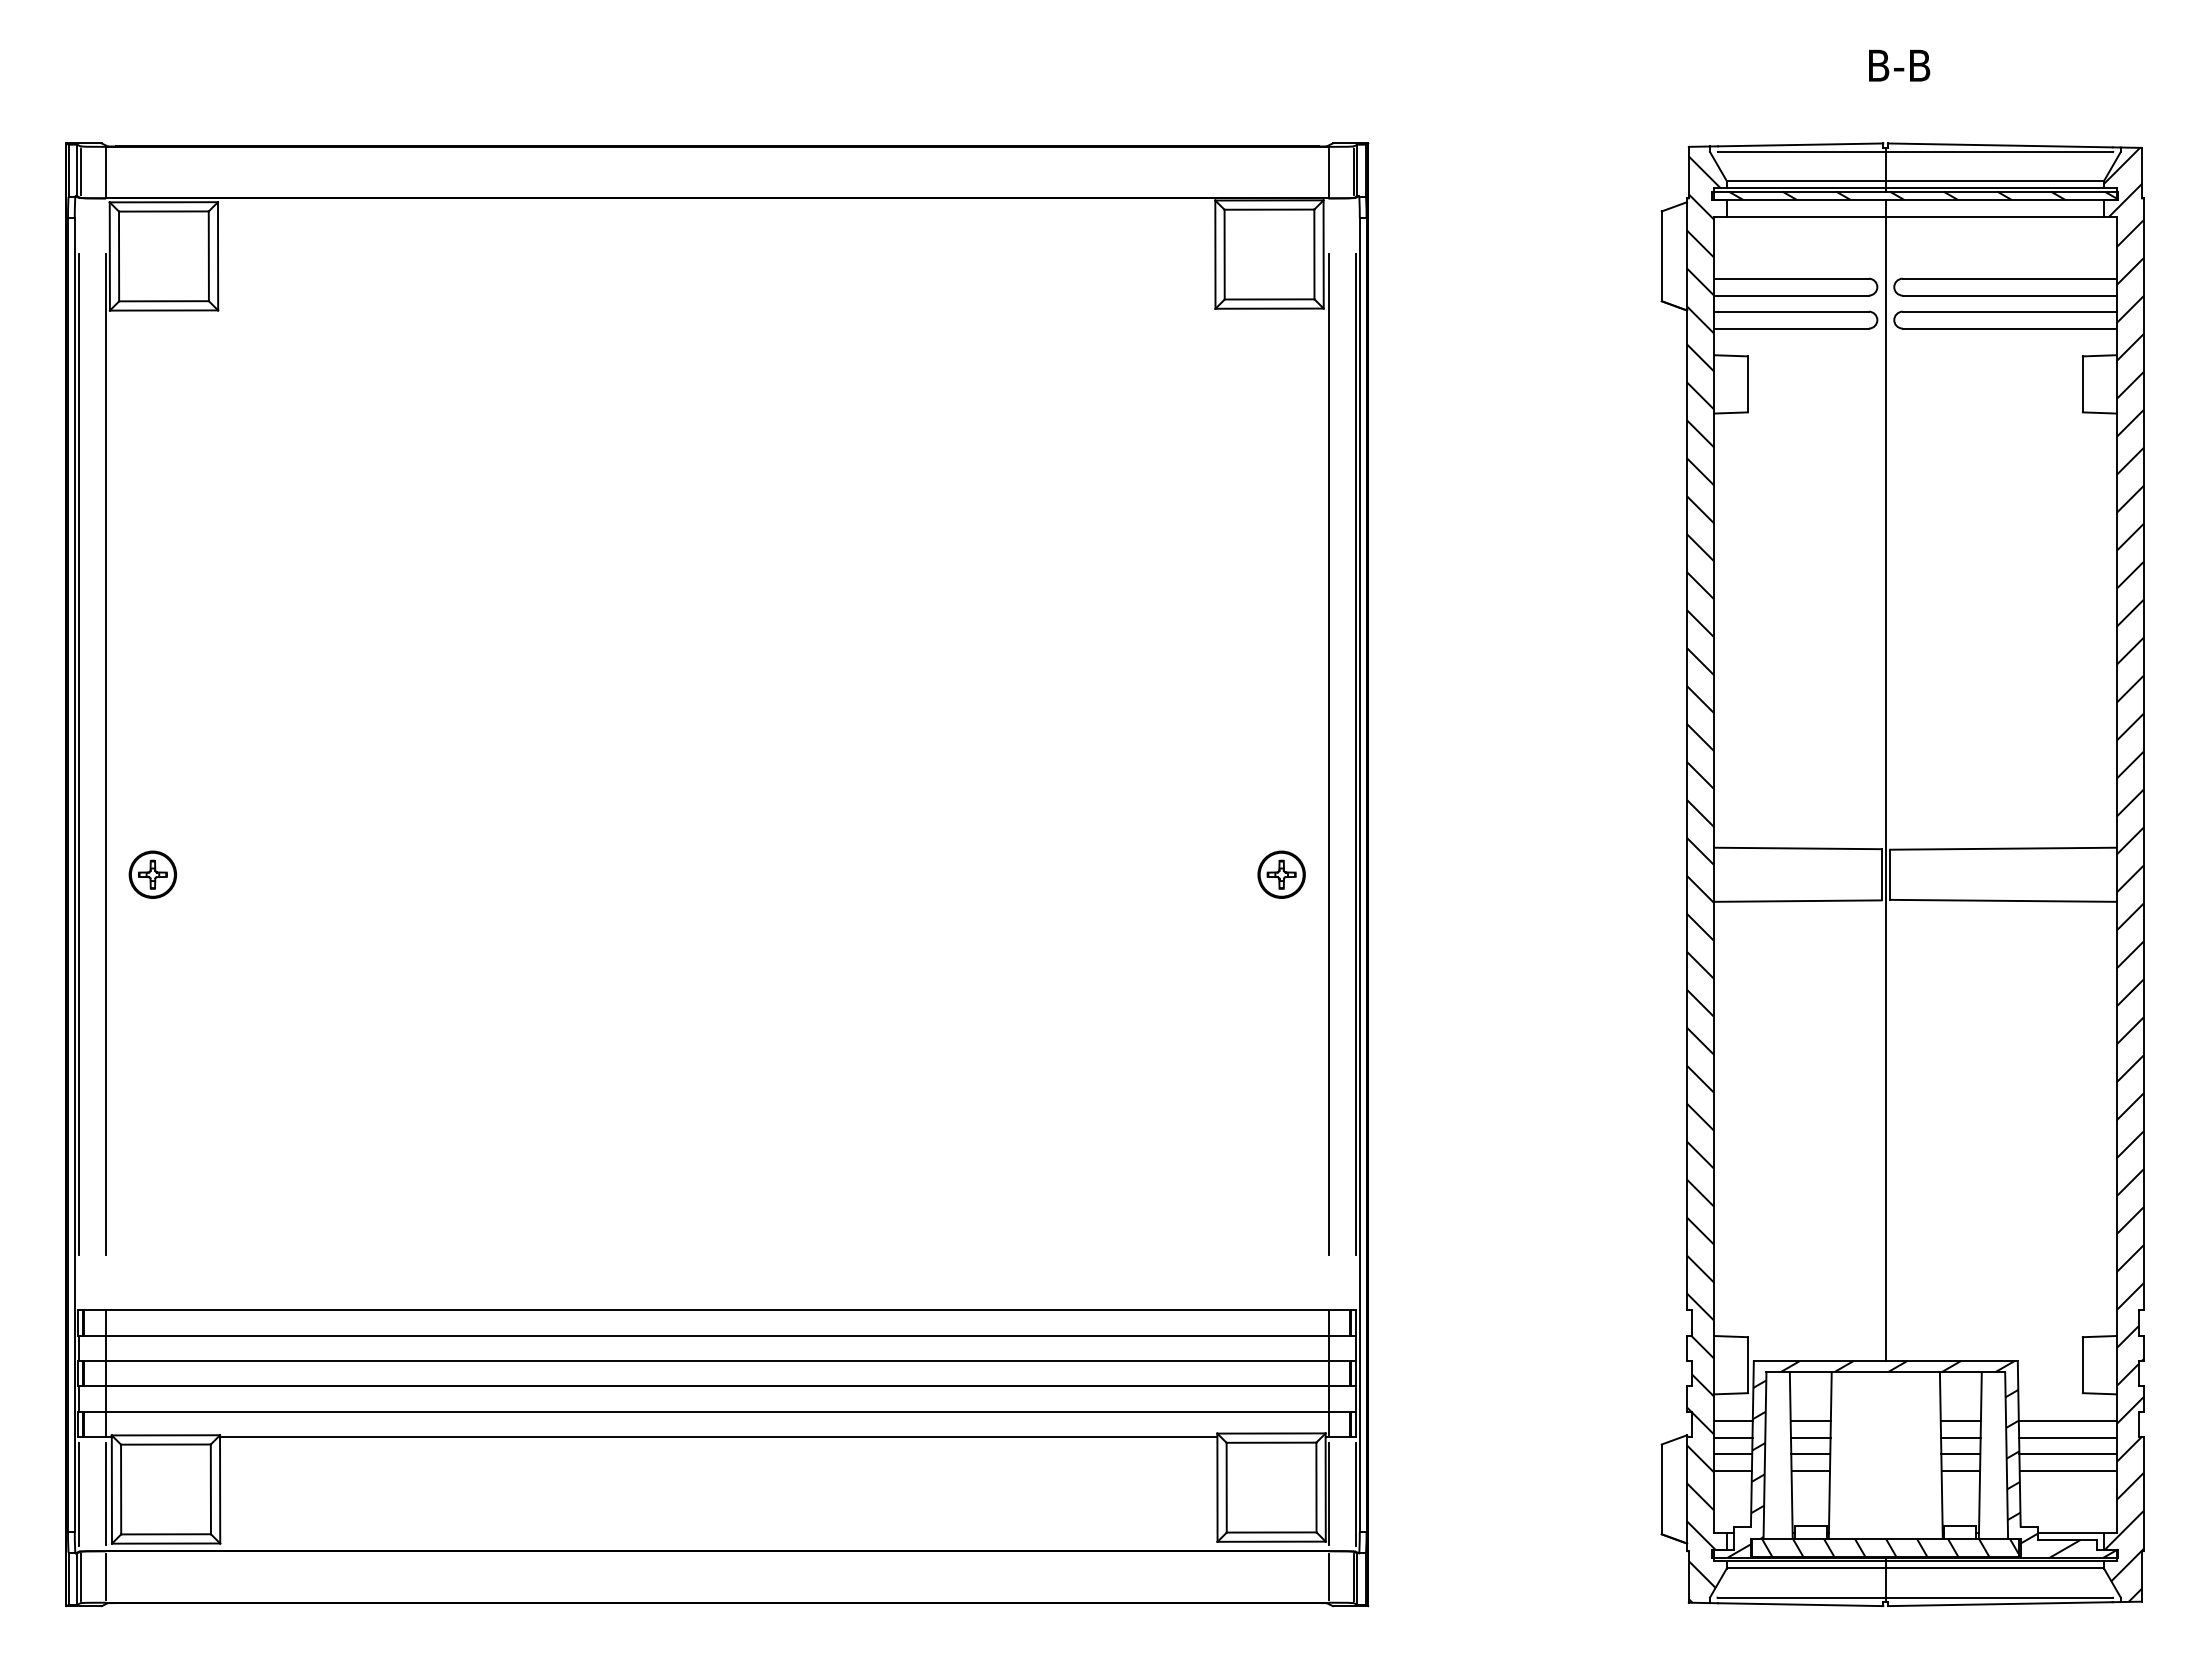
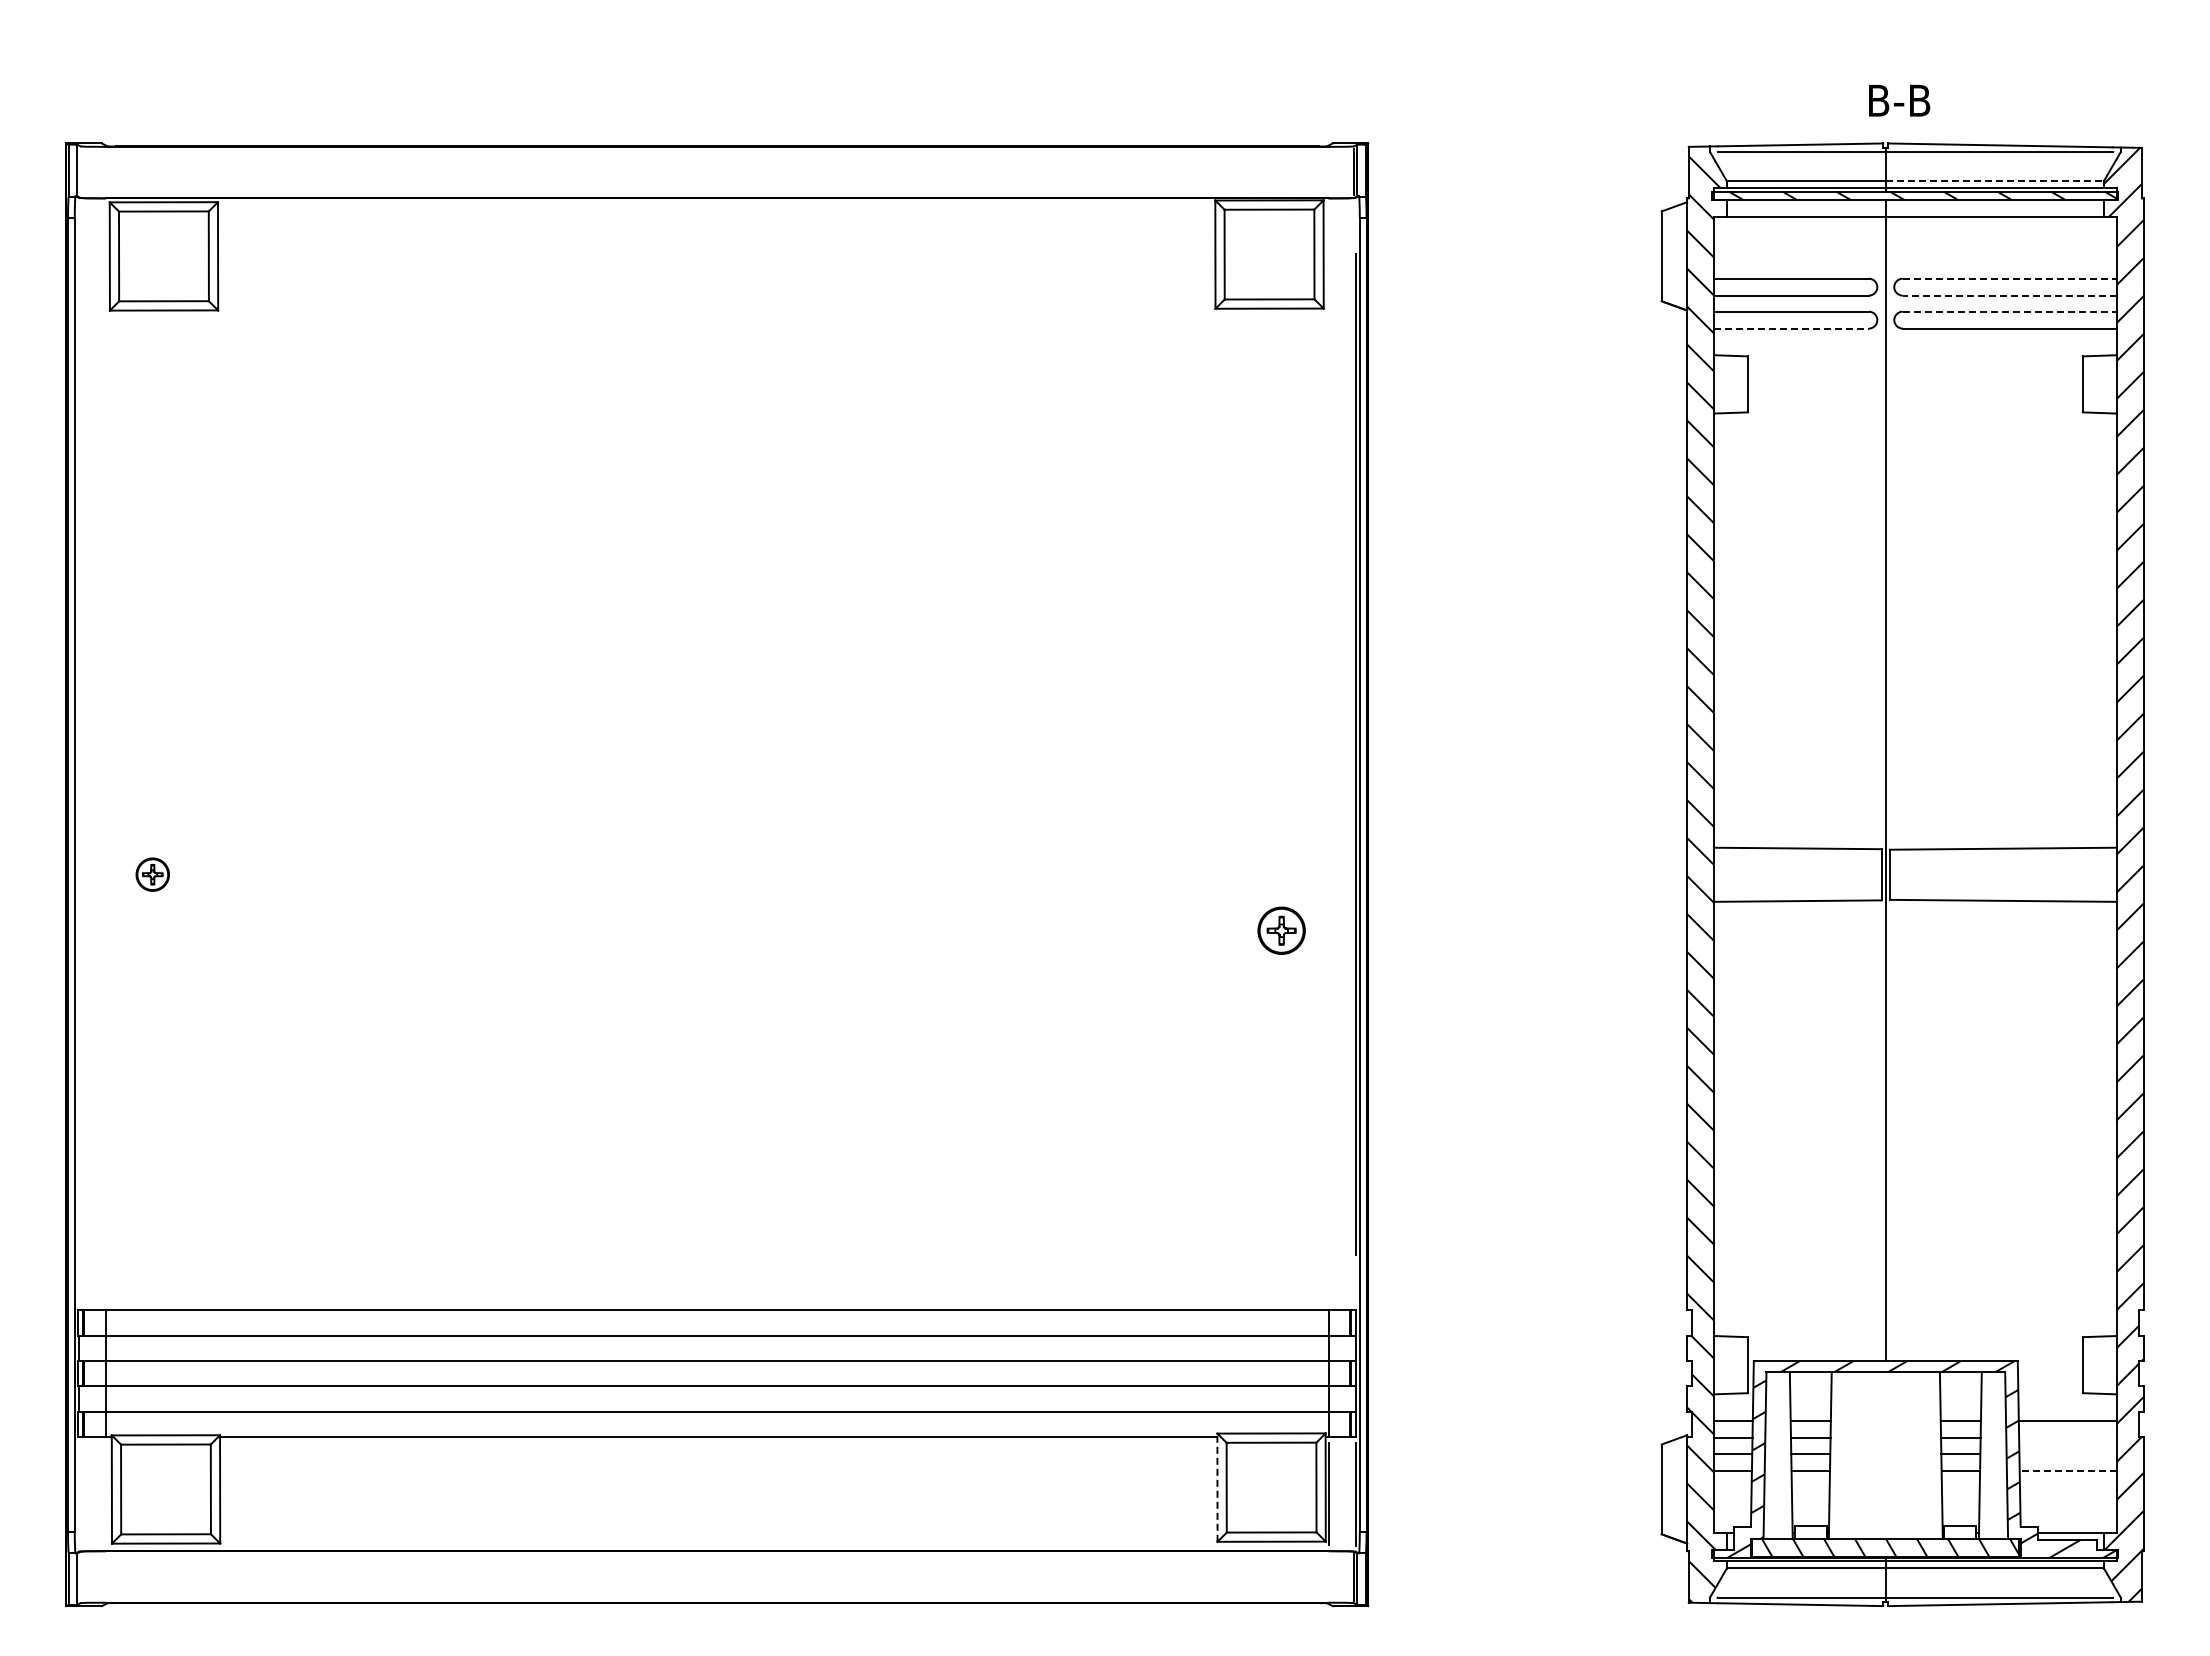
text at (1899, 65) position: (1899, 65) -> (1899, 100)
line at (80, 172): present -> none
line at (106, 172): present -> none
line at (1328, 172): present -> none
line at (1994, 181): solid -> dashed
line at (2009, 278): solid -> dashed
line at (2009, 295): solid -> dashed
line at (2009, 311): solid -> dashed
line at (1792, 328): solid -> dashed
line at (79, 753): present -> none
line at (106, 754): present -> none
line at (1328, 754): present -> none
part at (152, 874) size: 49x49 px -> 35x35 px
part at (1281, 874) position: (1281, 874) -> (1281, 930)
line at (2067, 1437): present -> none
line at (2067, 1453): present -> none
line at (2067, 1470): solid -> dashed
line at (1217, 1487): solid -> dashed
line at (79, 1493): present -> none
line at (106, 1493): present -> none
line at (106, 1576): present -> none
line at (1328, 1576): present -> none
line at (80, 1577): present -> none
